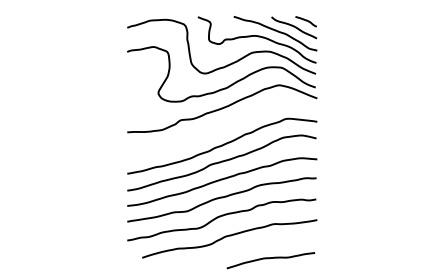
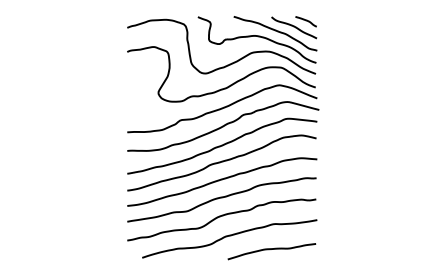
curve at (223, 126): none -> present
curve at (270, 258) position: (270, 258) -> (271, 249)
